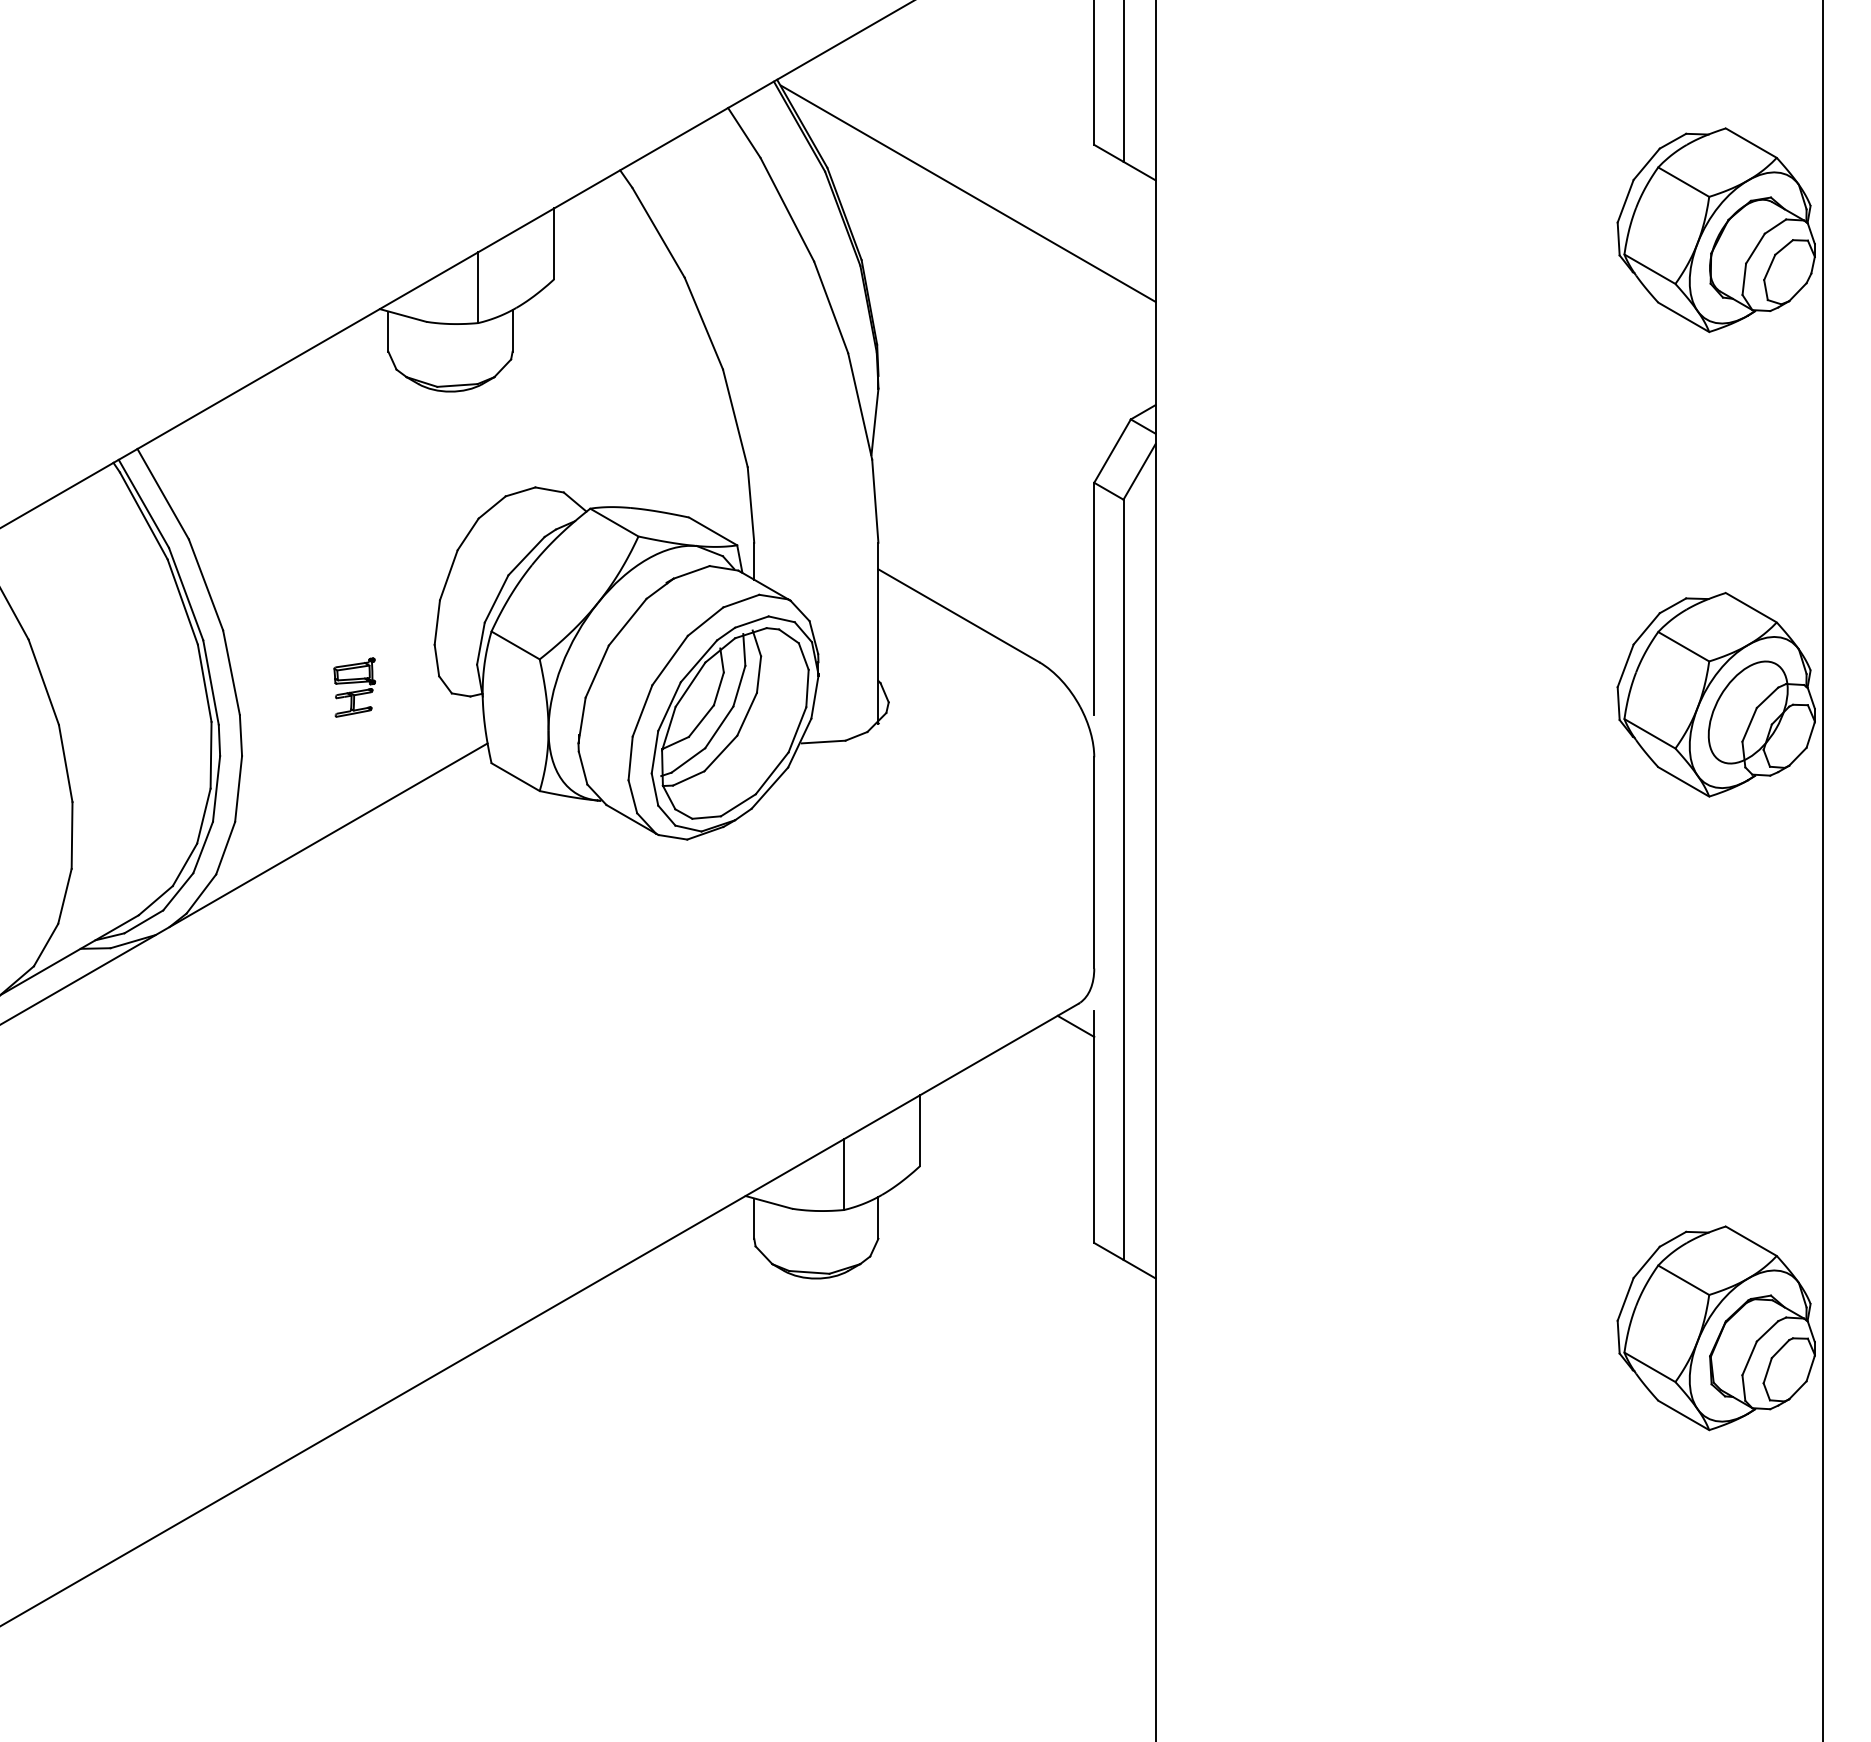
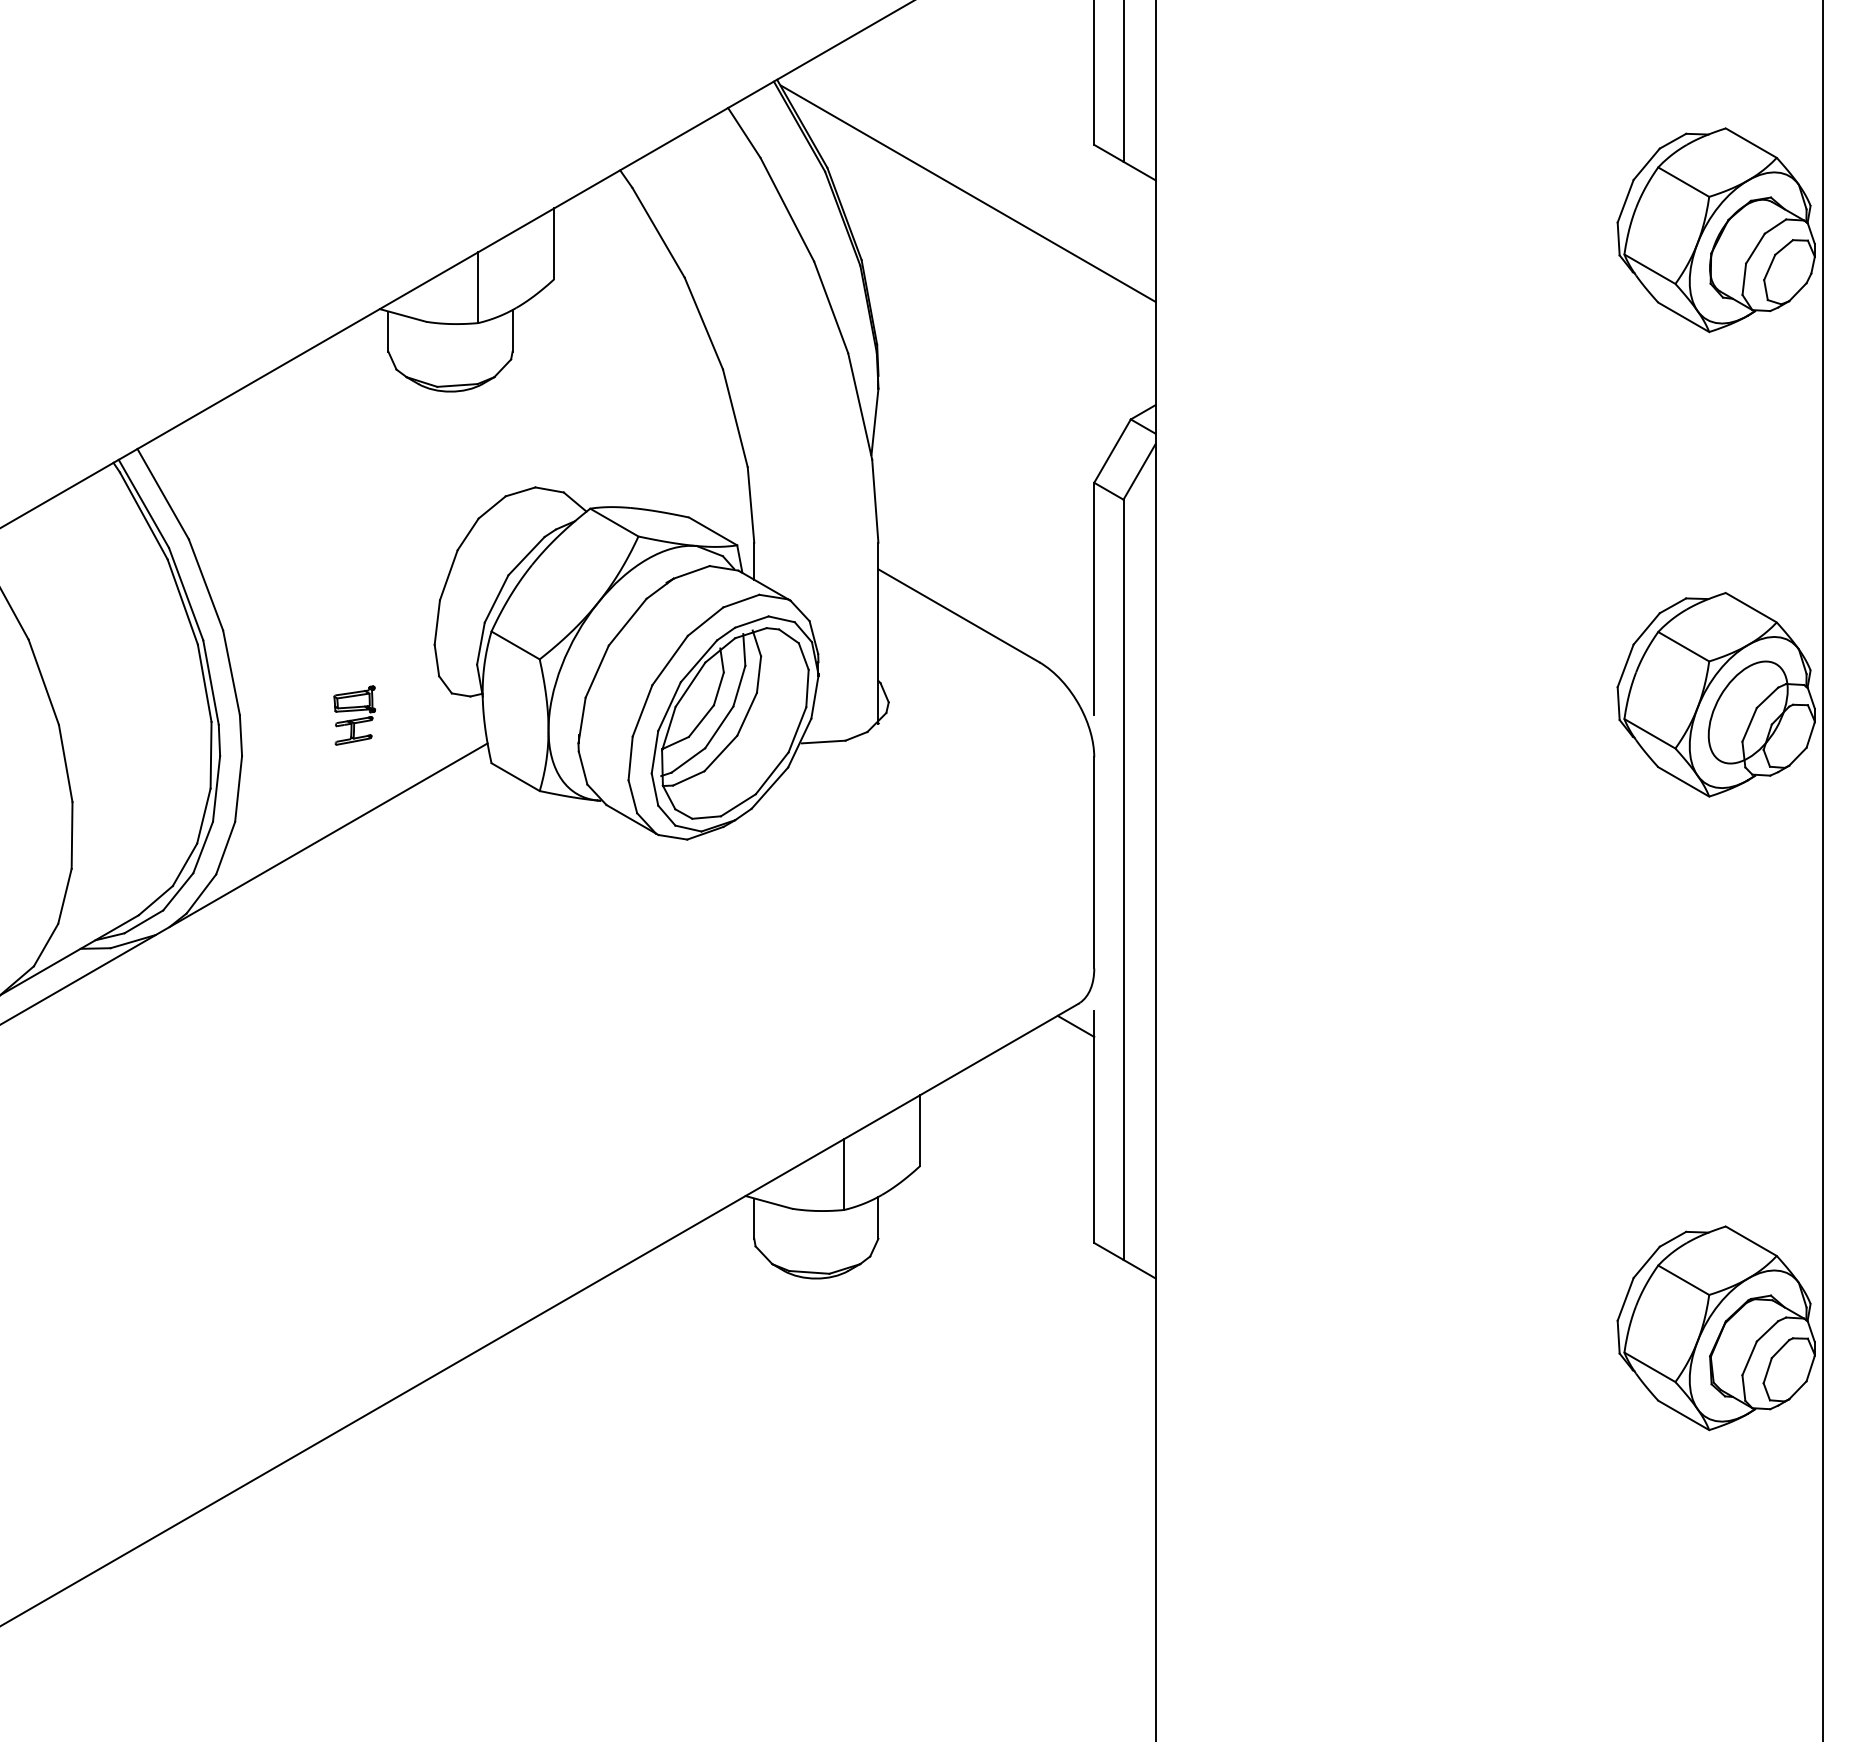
part at (354, 687) position: (354, 687) -> (354, 715)
